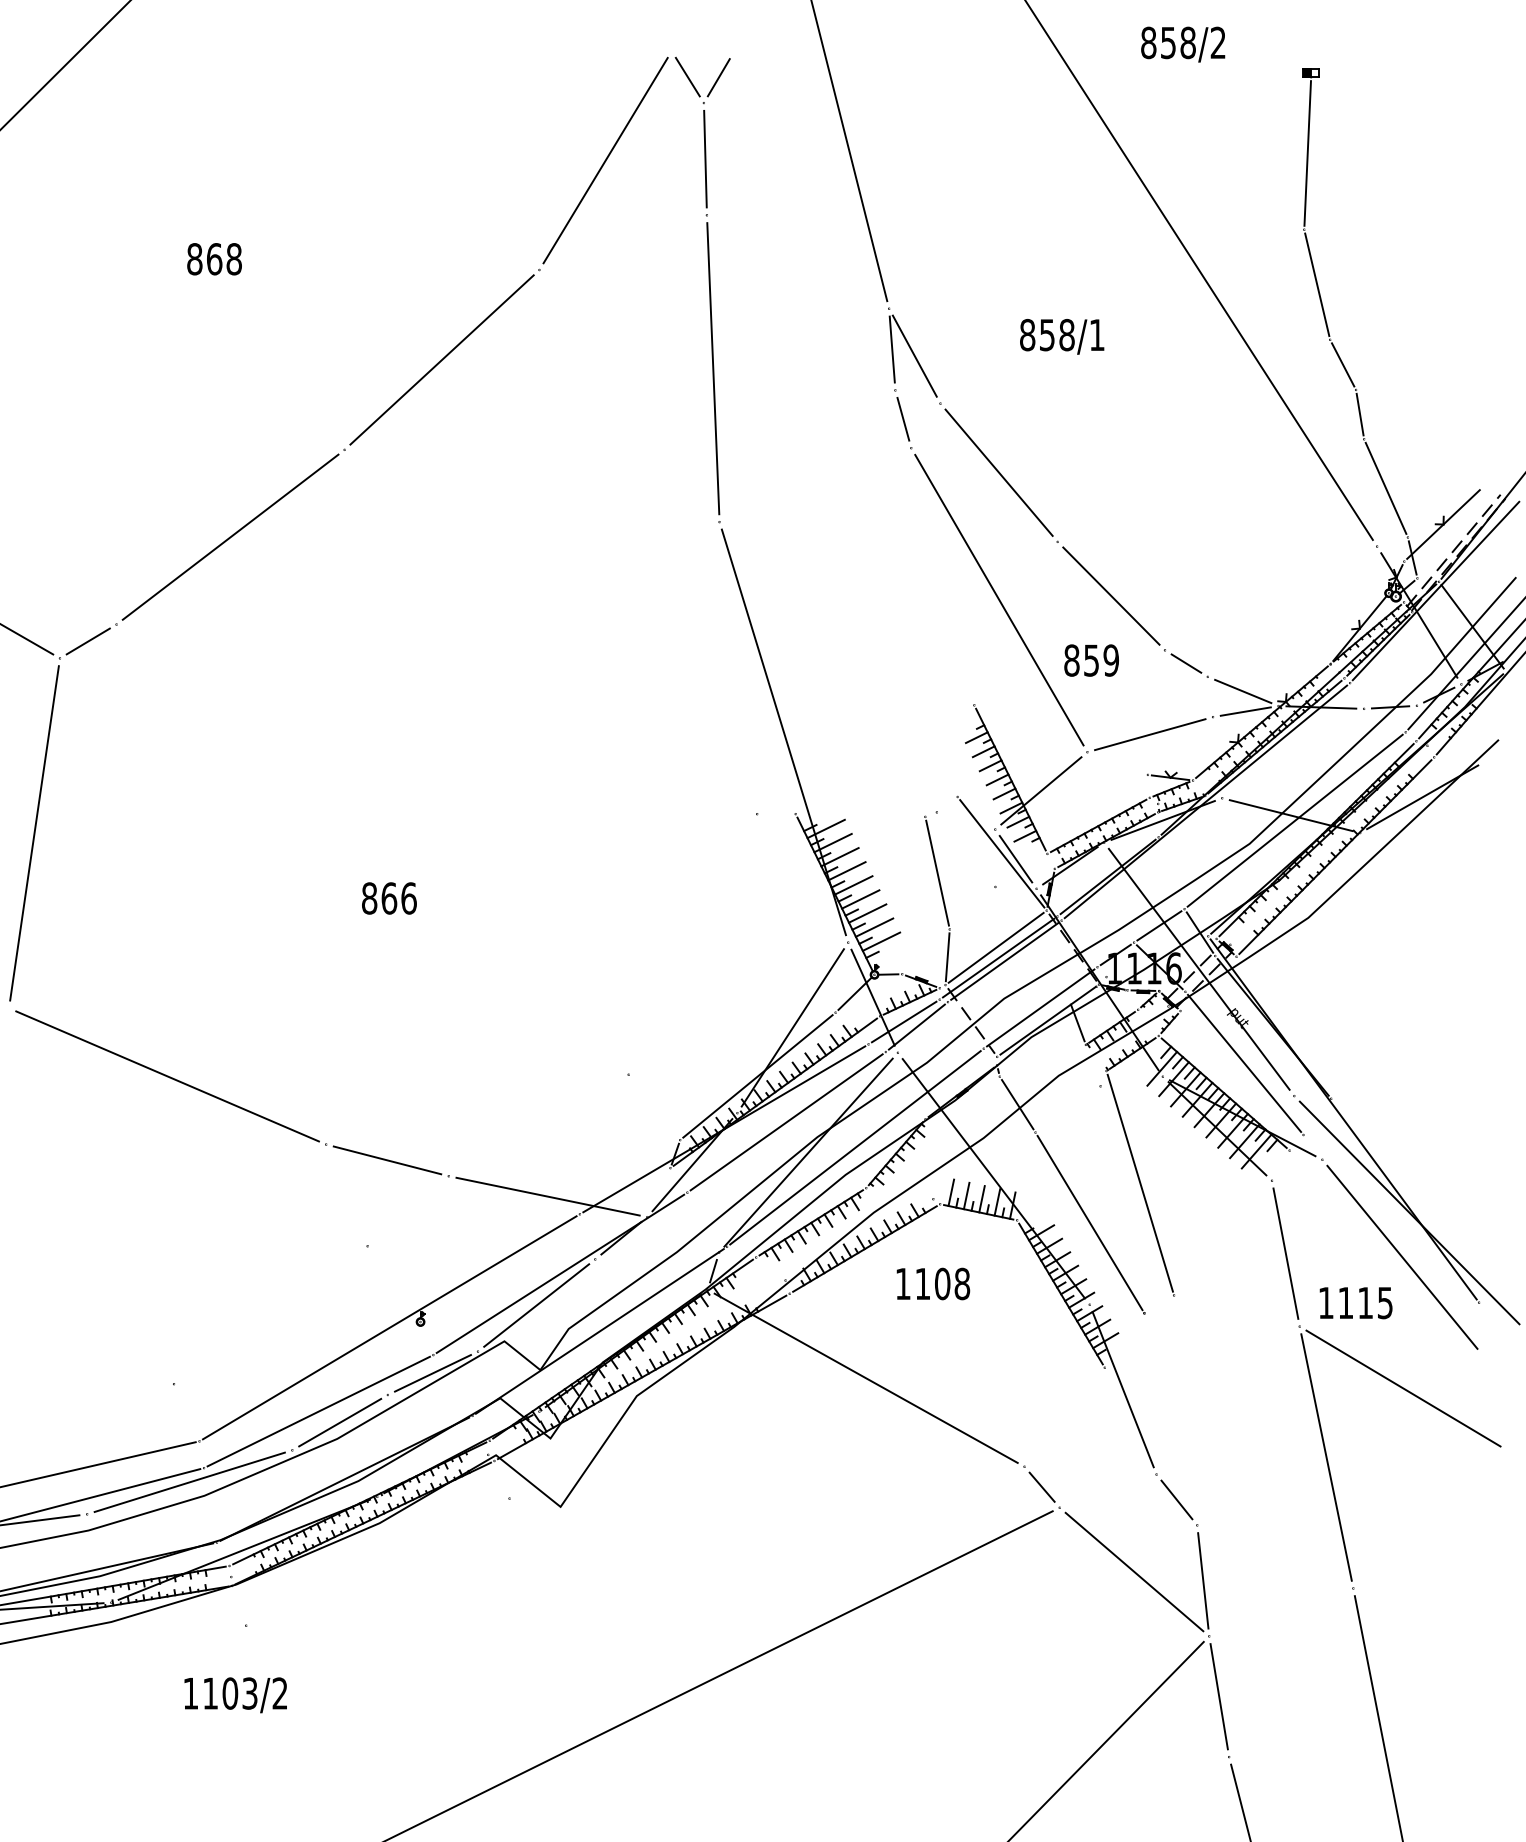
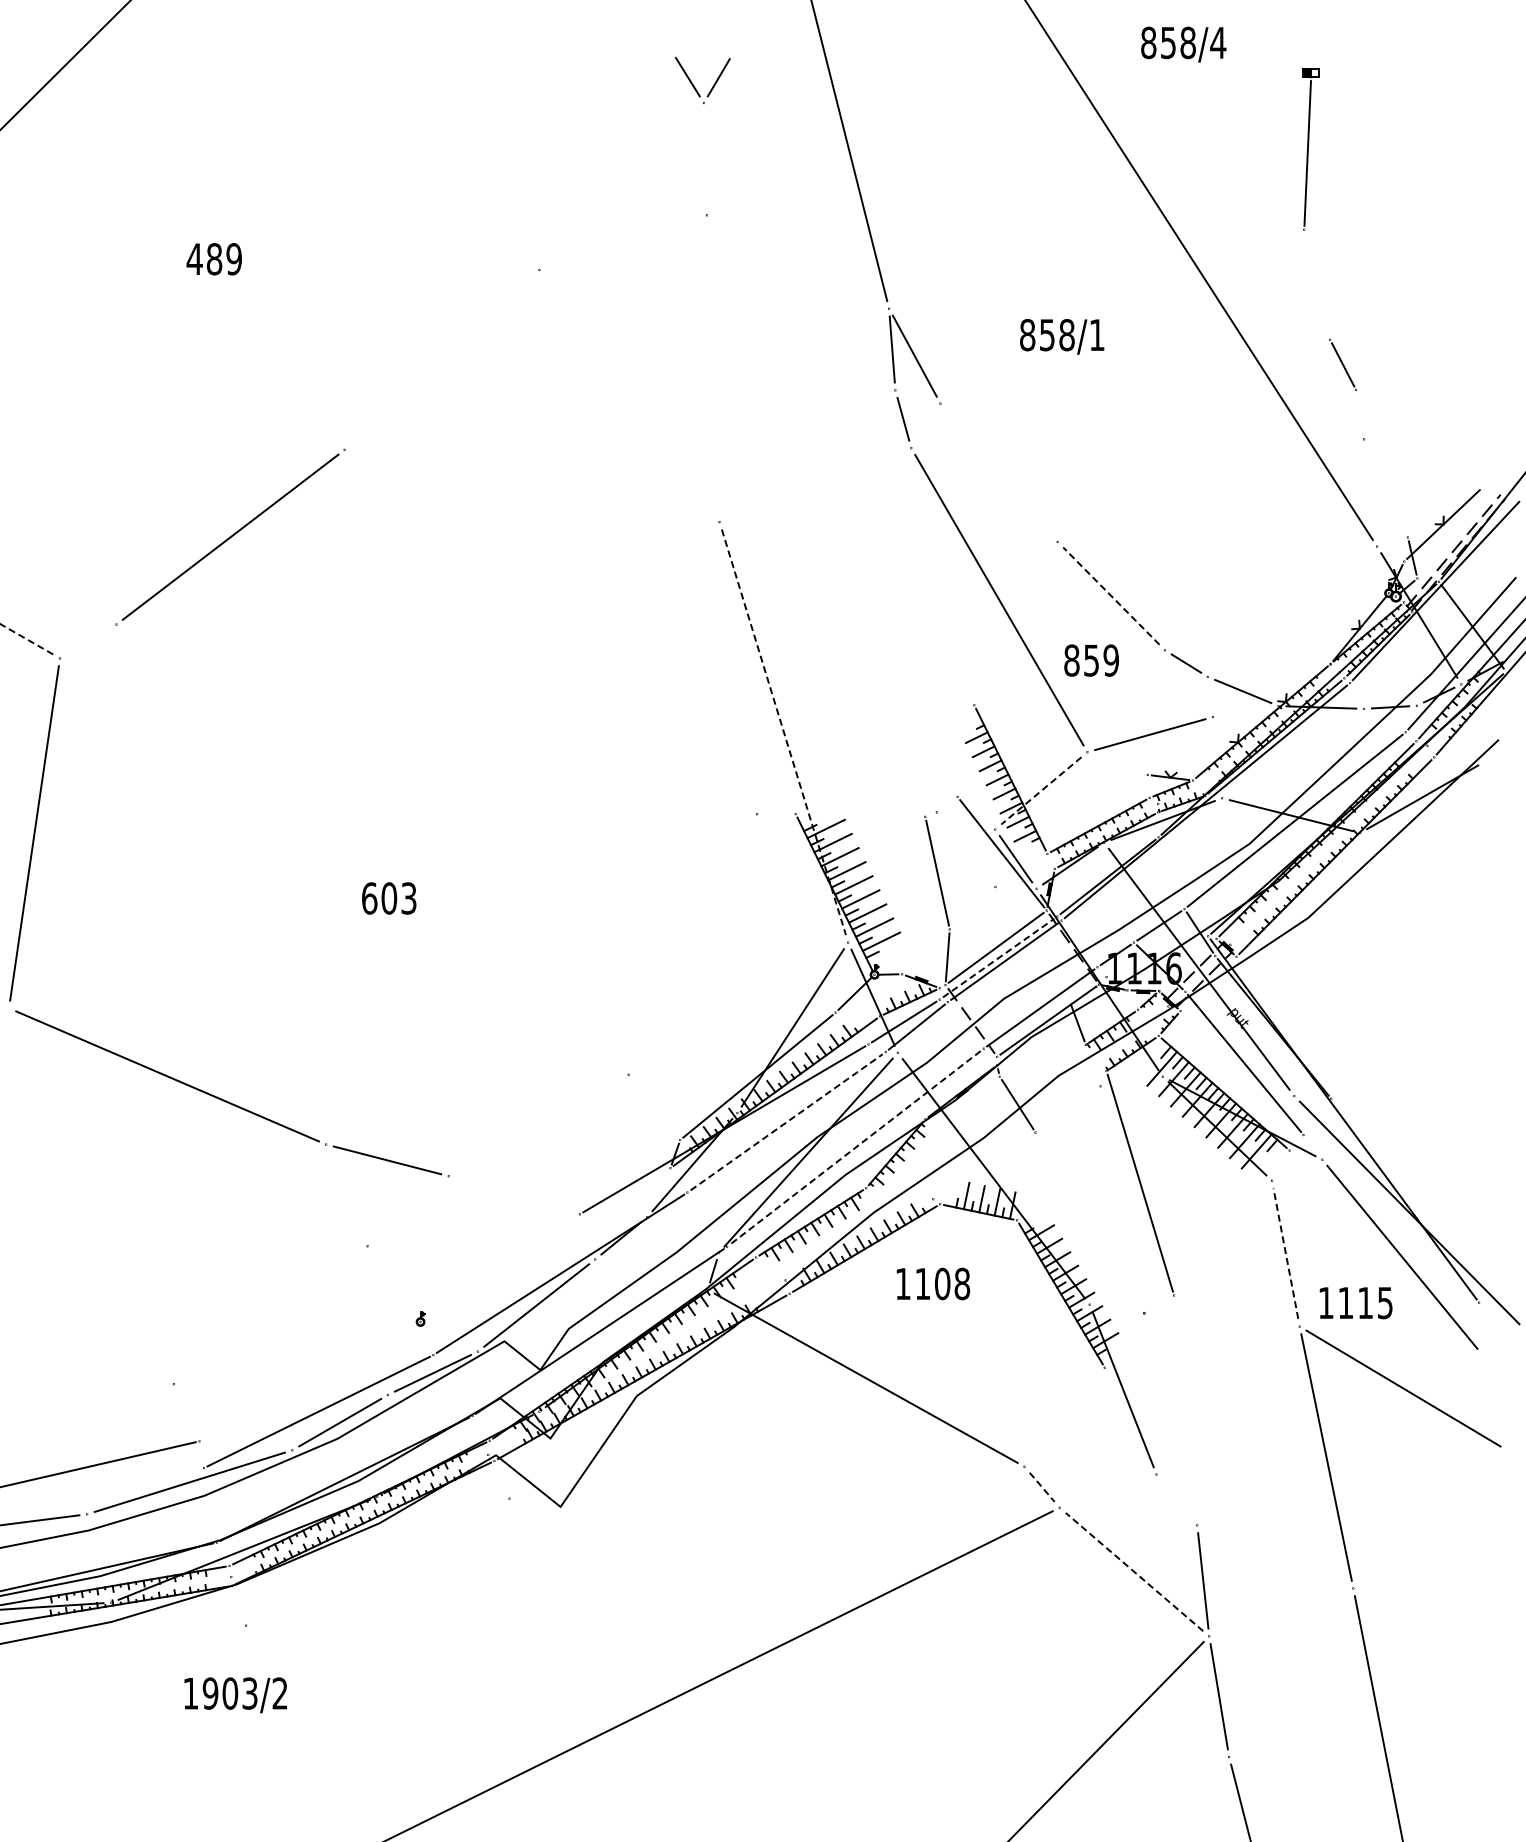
text at (1218, 42): 858/2 -> 858/4
line at (705, 158): present -> none
line at (605, 160): present -> none
text at (213, 259): 868 -> 489
line at (1317, 284): present -> none
line at (441, 359): present -> none
line at (713, 368): present -> none
line at (1359, 414): present -> none
line at (998, 472): present -> none
line at (1385, 487): present -> none
line at (1111, 595): solid -> dashed
line at (26, 639): solid -> dashed
line at (87, 641): present -> none
line at (1245, 711): present -> none
line at (784, 732): solid -> dashed
line at (1041, 791): solid -> dashed
text at (389, 898): 866 -> 603
line at (999, 957): solid -> dashed
line at (786, 1122): solid -> dashed
line at (855, 1148): solid -> dashed
line at (951, 1192): present -> none
line at (547, 1196): present -> none
line at (1089, 1222): present -> none
line at (1285, 1253): solid -> dashed
line at (389, 1327): present -> none
line at (1042, 1487): solid -> dashed
line at (101, 1494): present -> none
line at (1176, 1499): present -> none
line at (1134, 1572): solid -> dashed
text at (210, 1693): 1103/2 -> 1903/2
